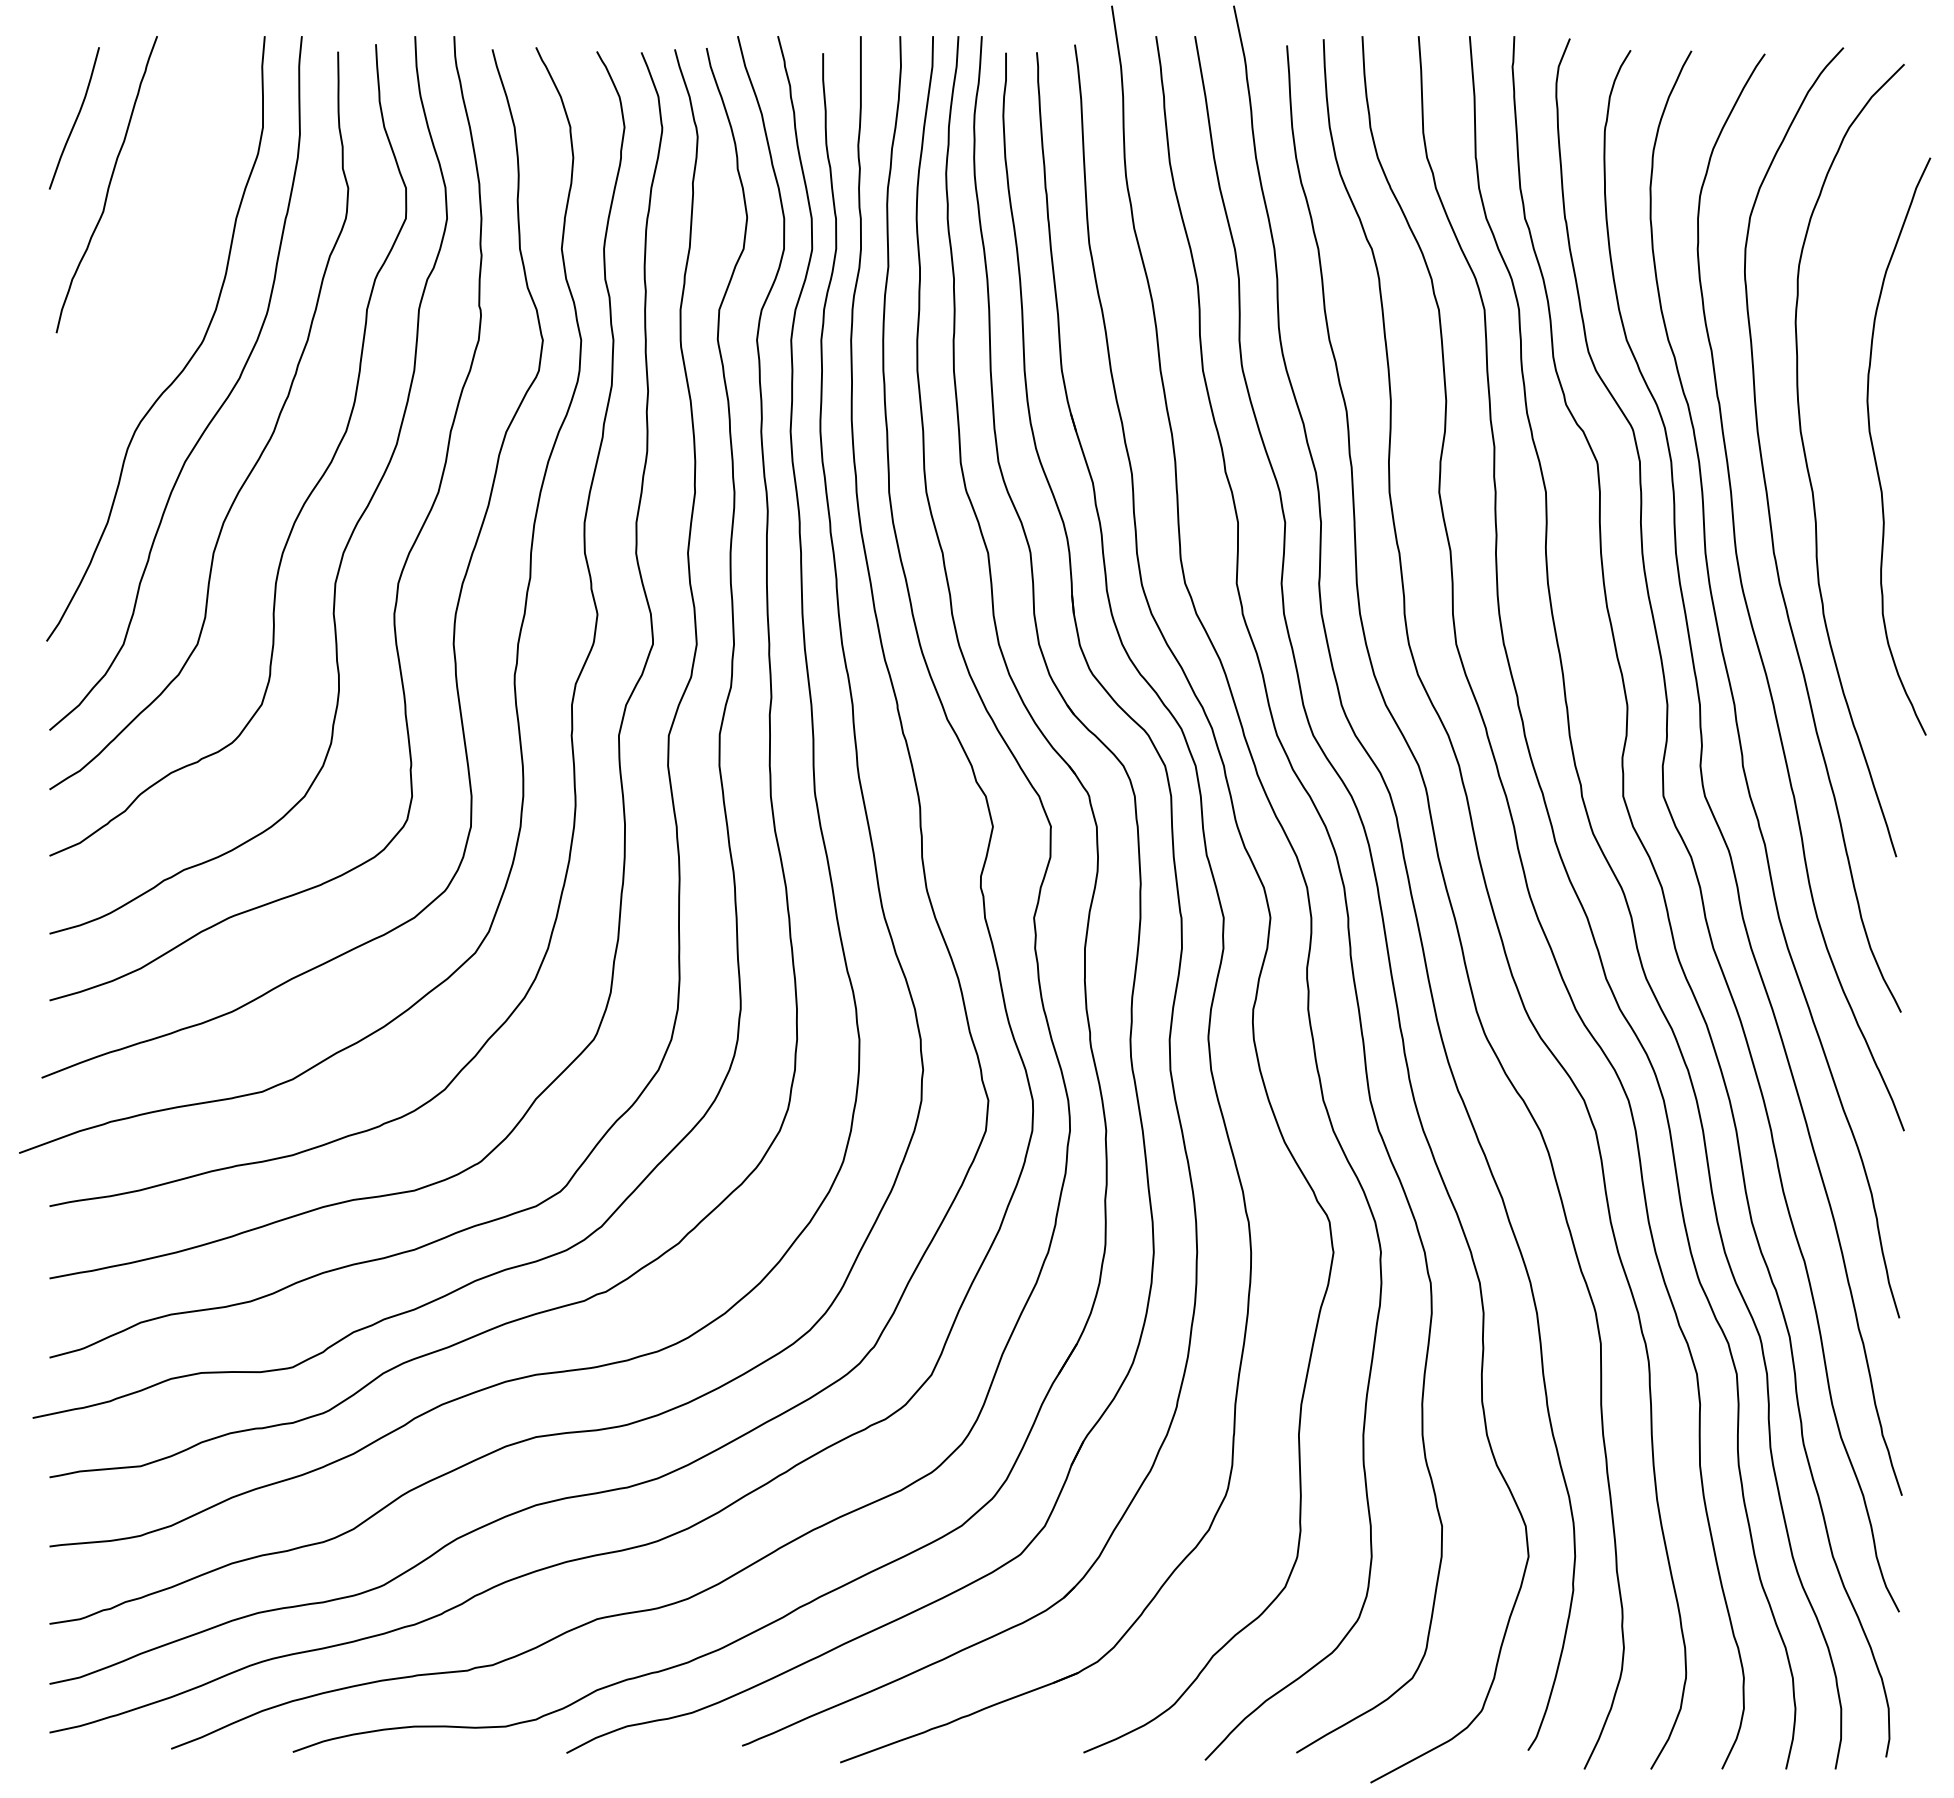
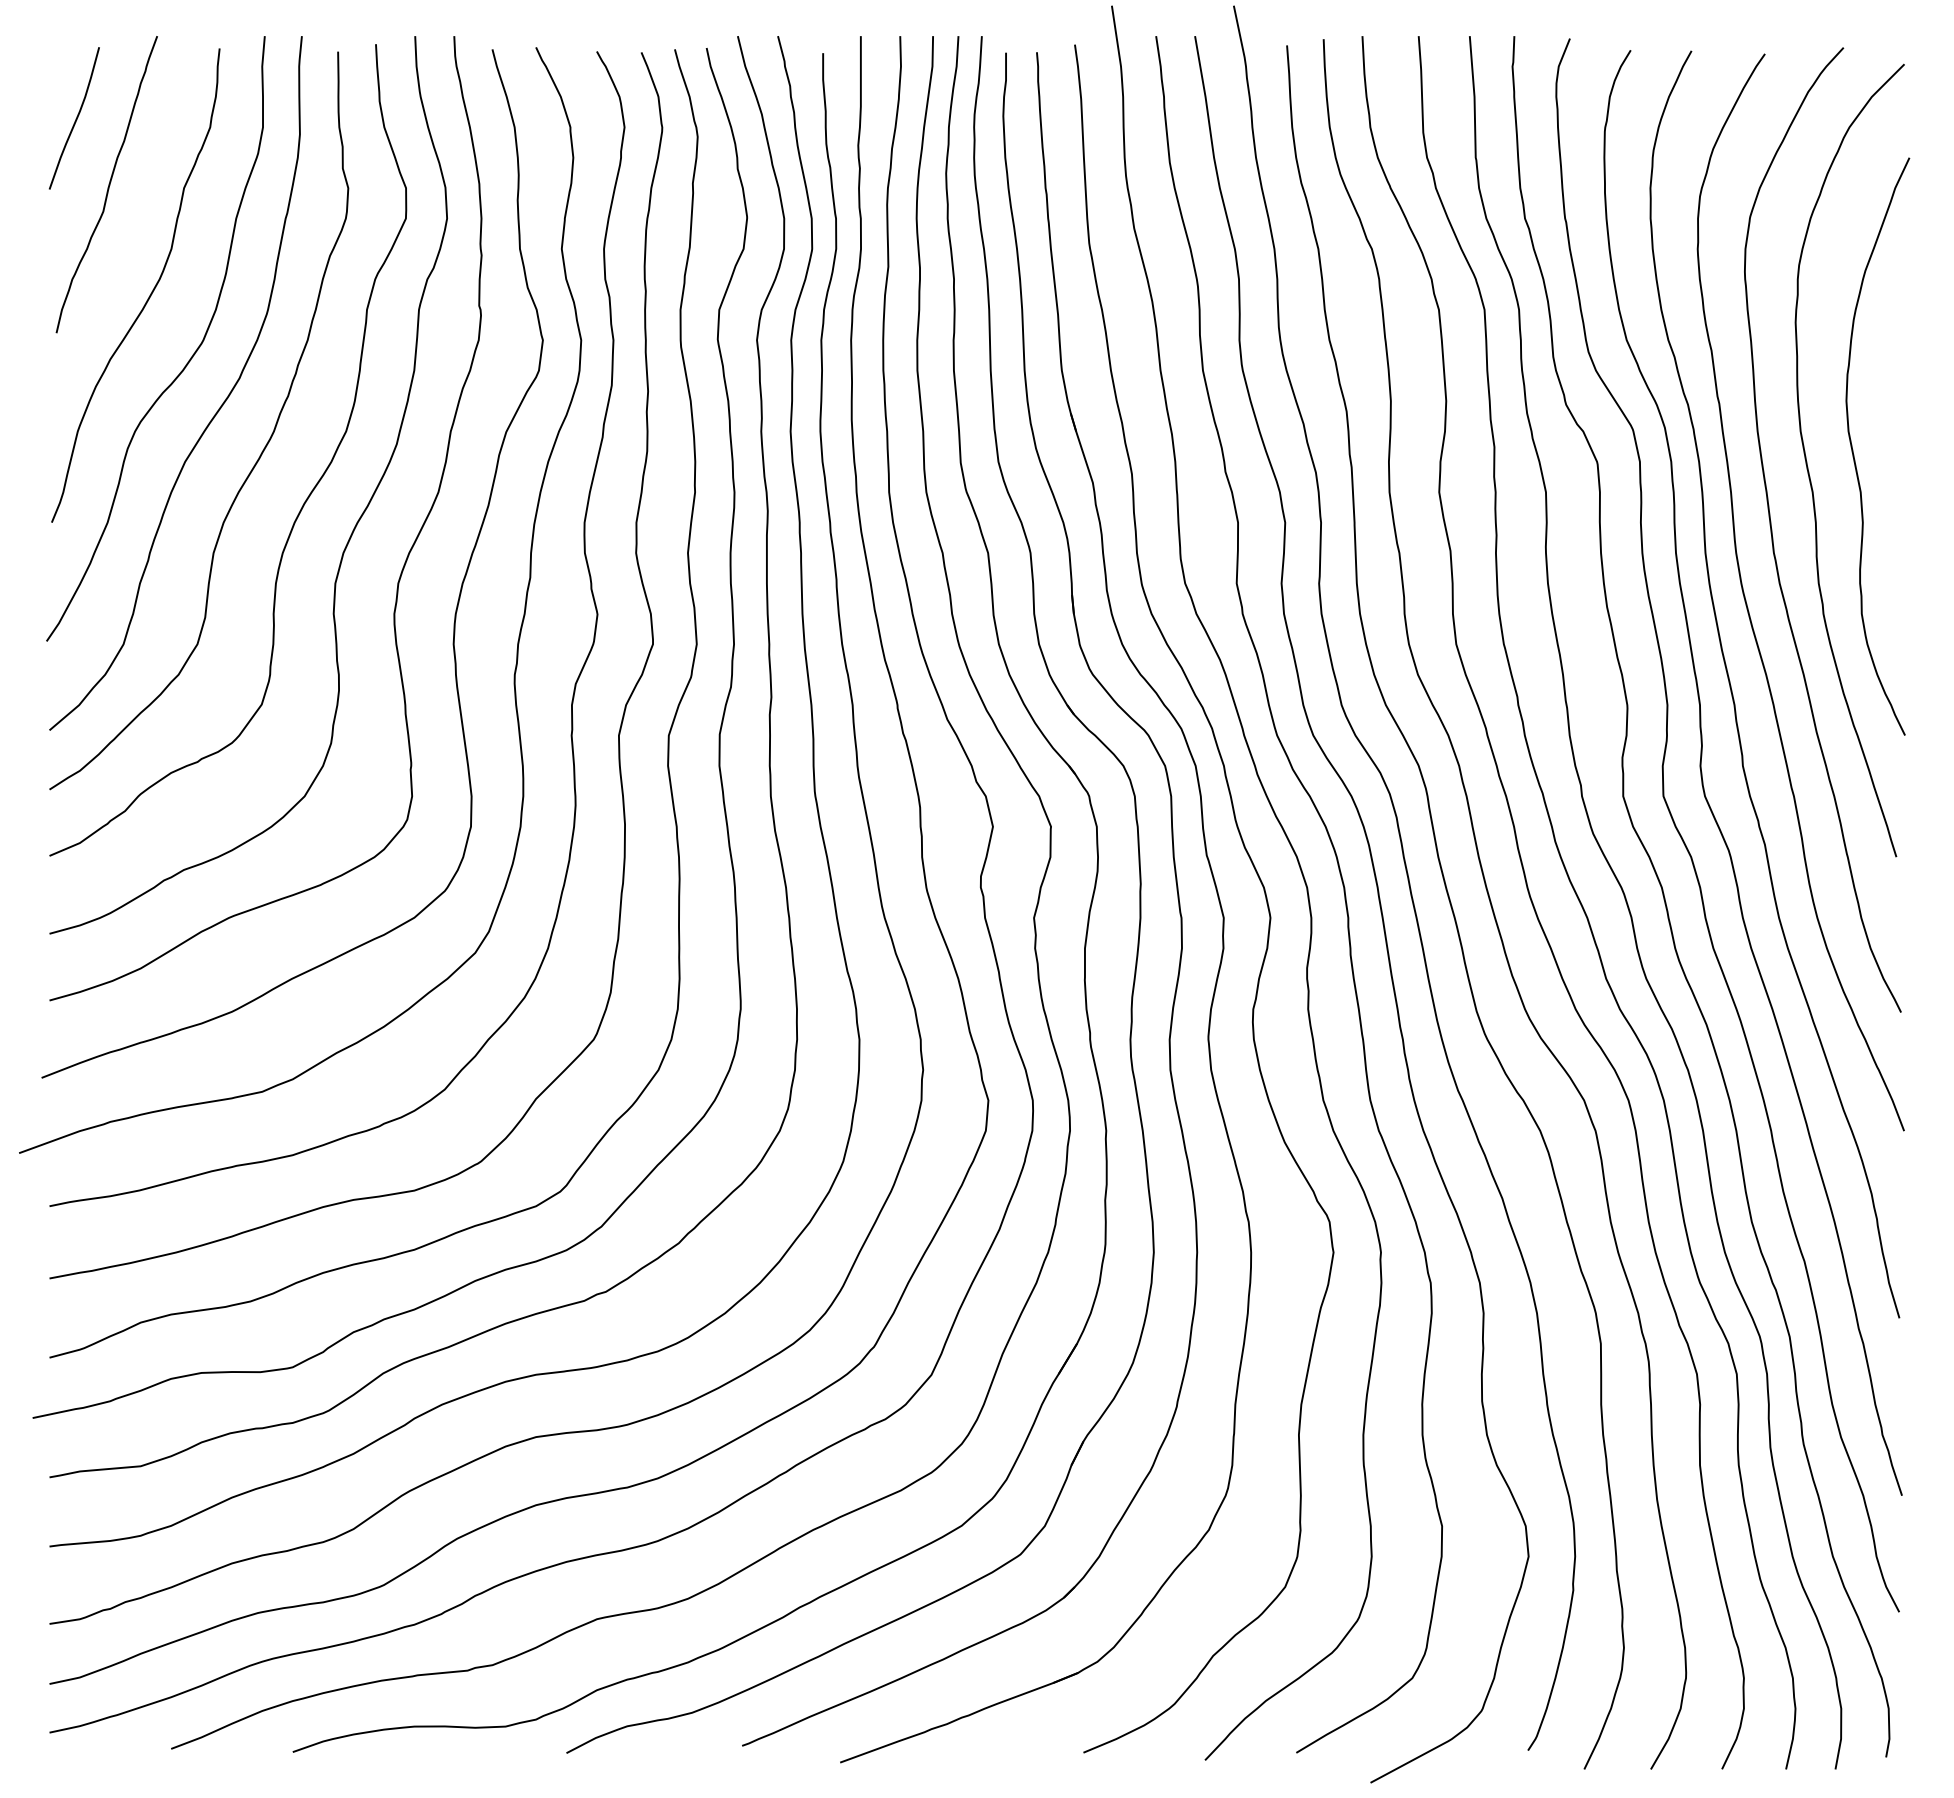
curve at (150, 293): none -> present
curve at (1874, 449) position: (1874, 449) -> (1853, 449)
